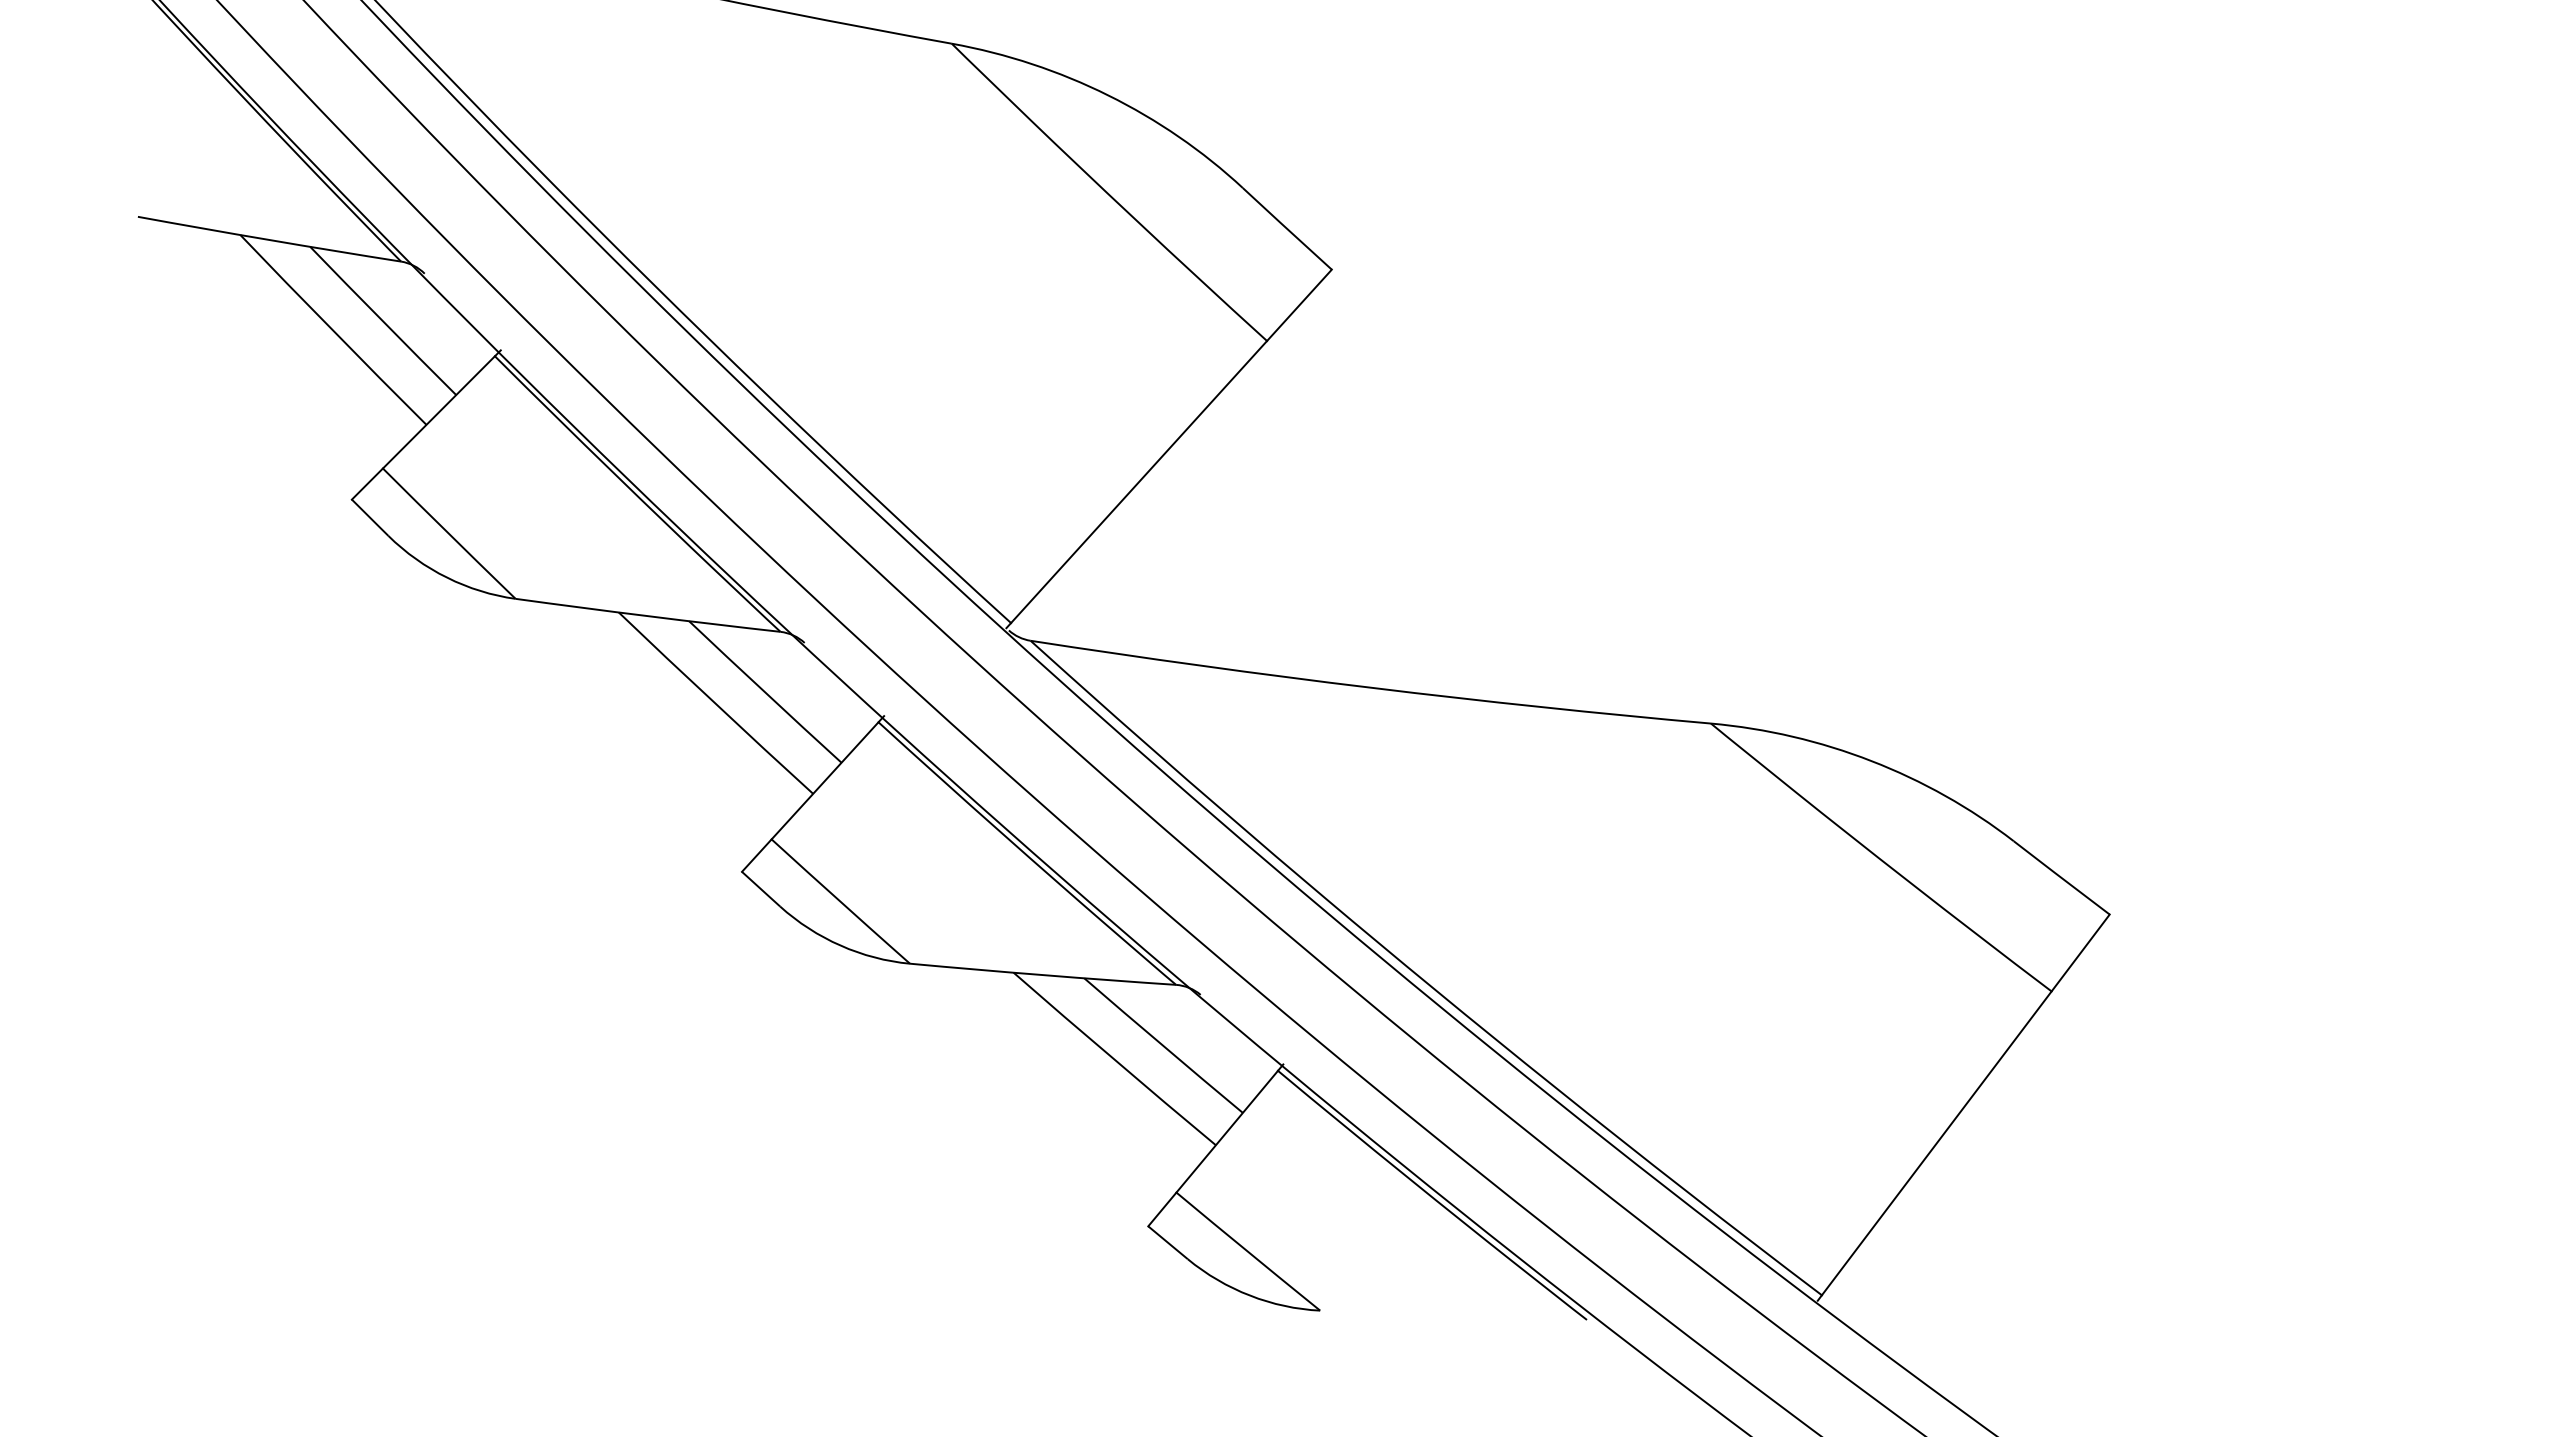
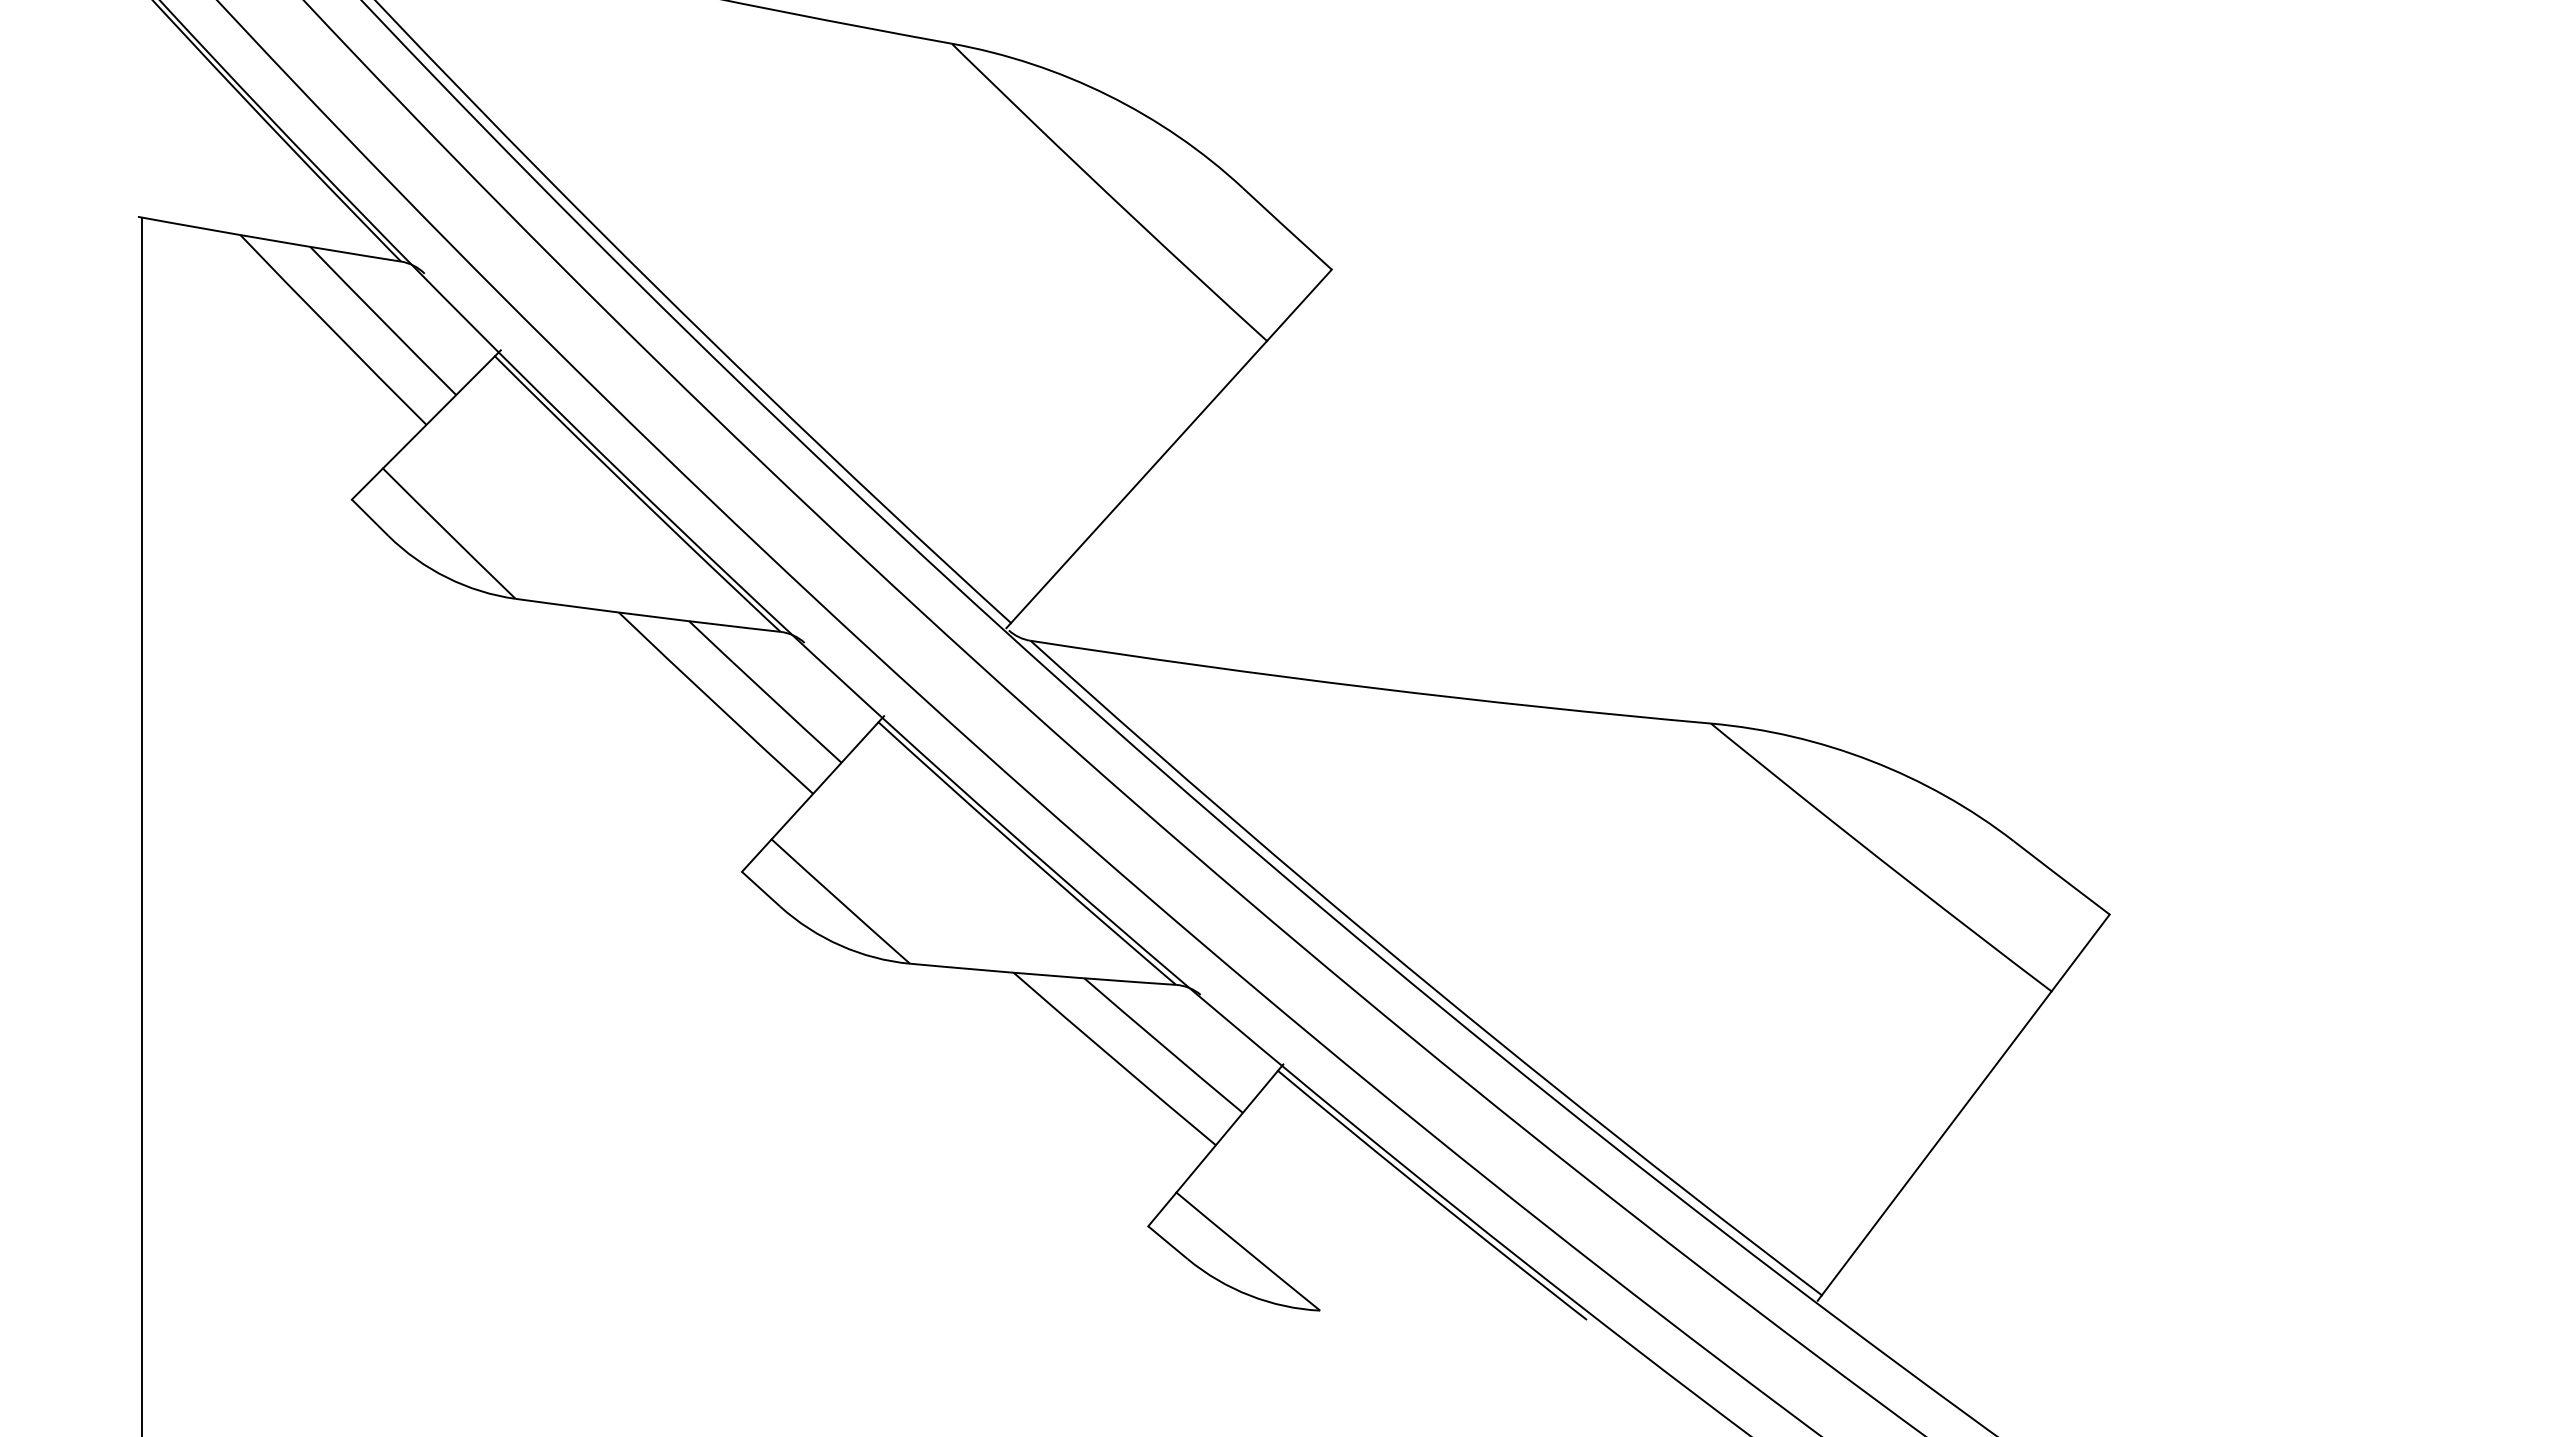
line at (142, 825): none -> present
